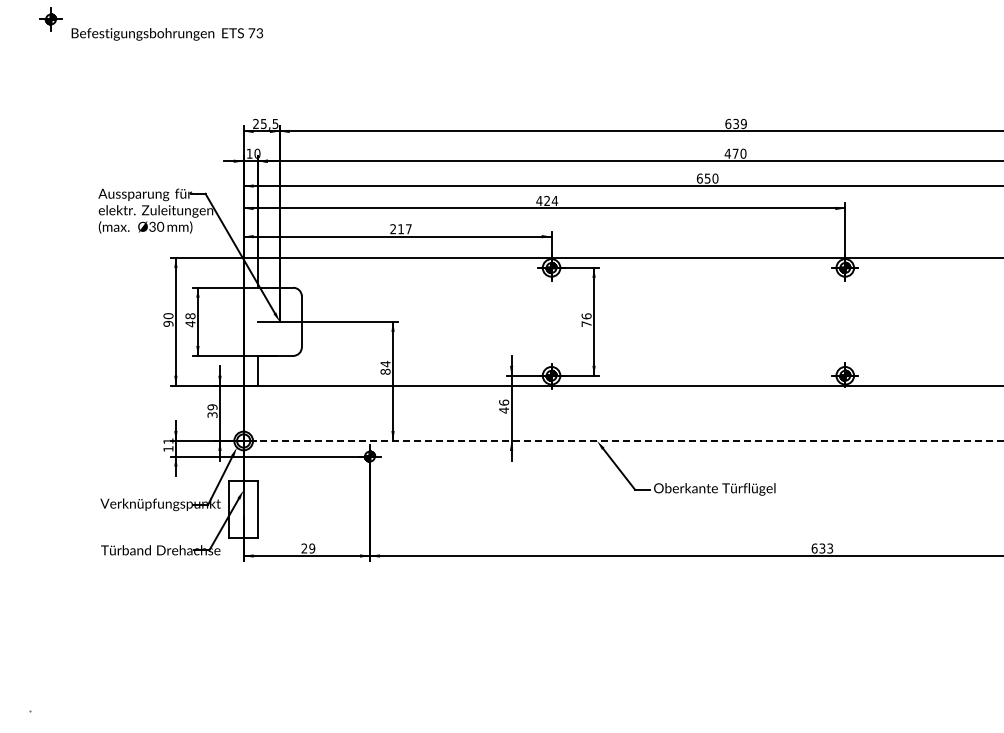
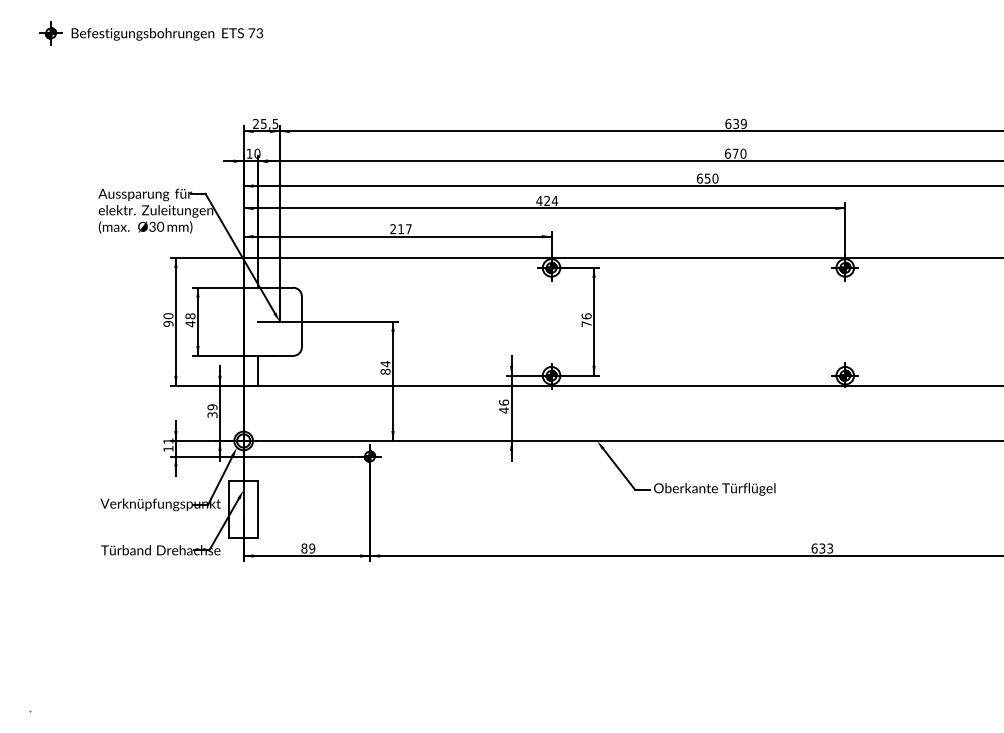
part at (50, 19) position: (50, 19) -> (50, 33)
text at (727, 153): 470 -> 670
line at (623, 440): dashed -> solid
text at (304, 548): 29 -> 89
